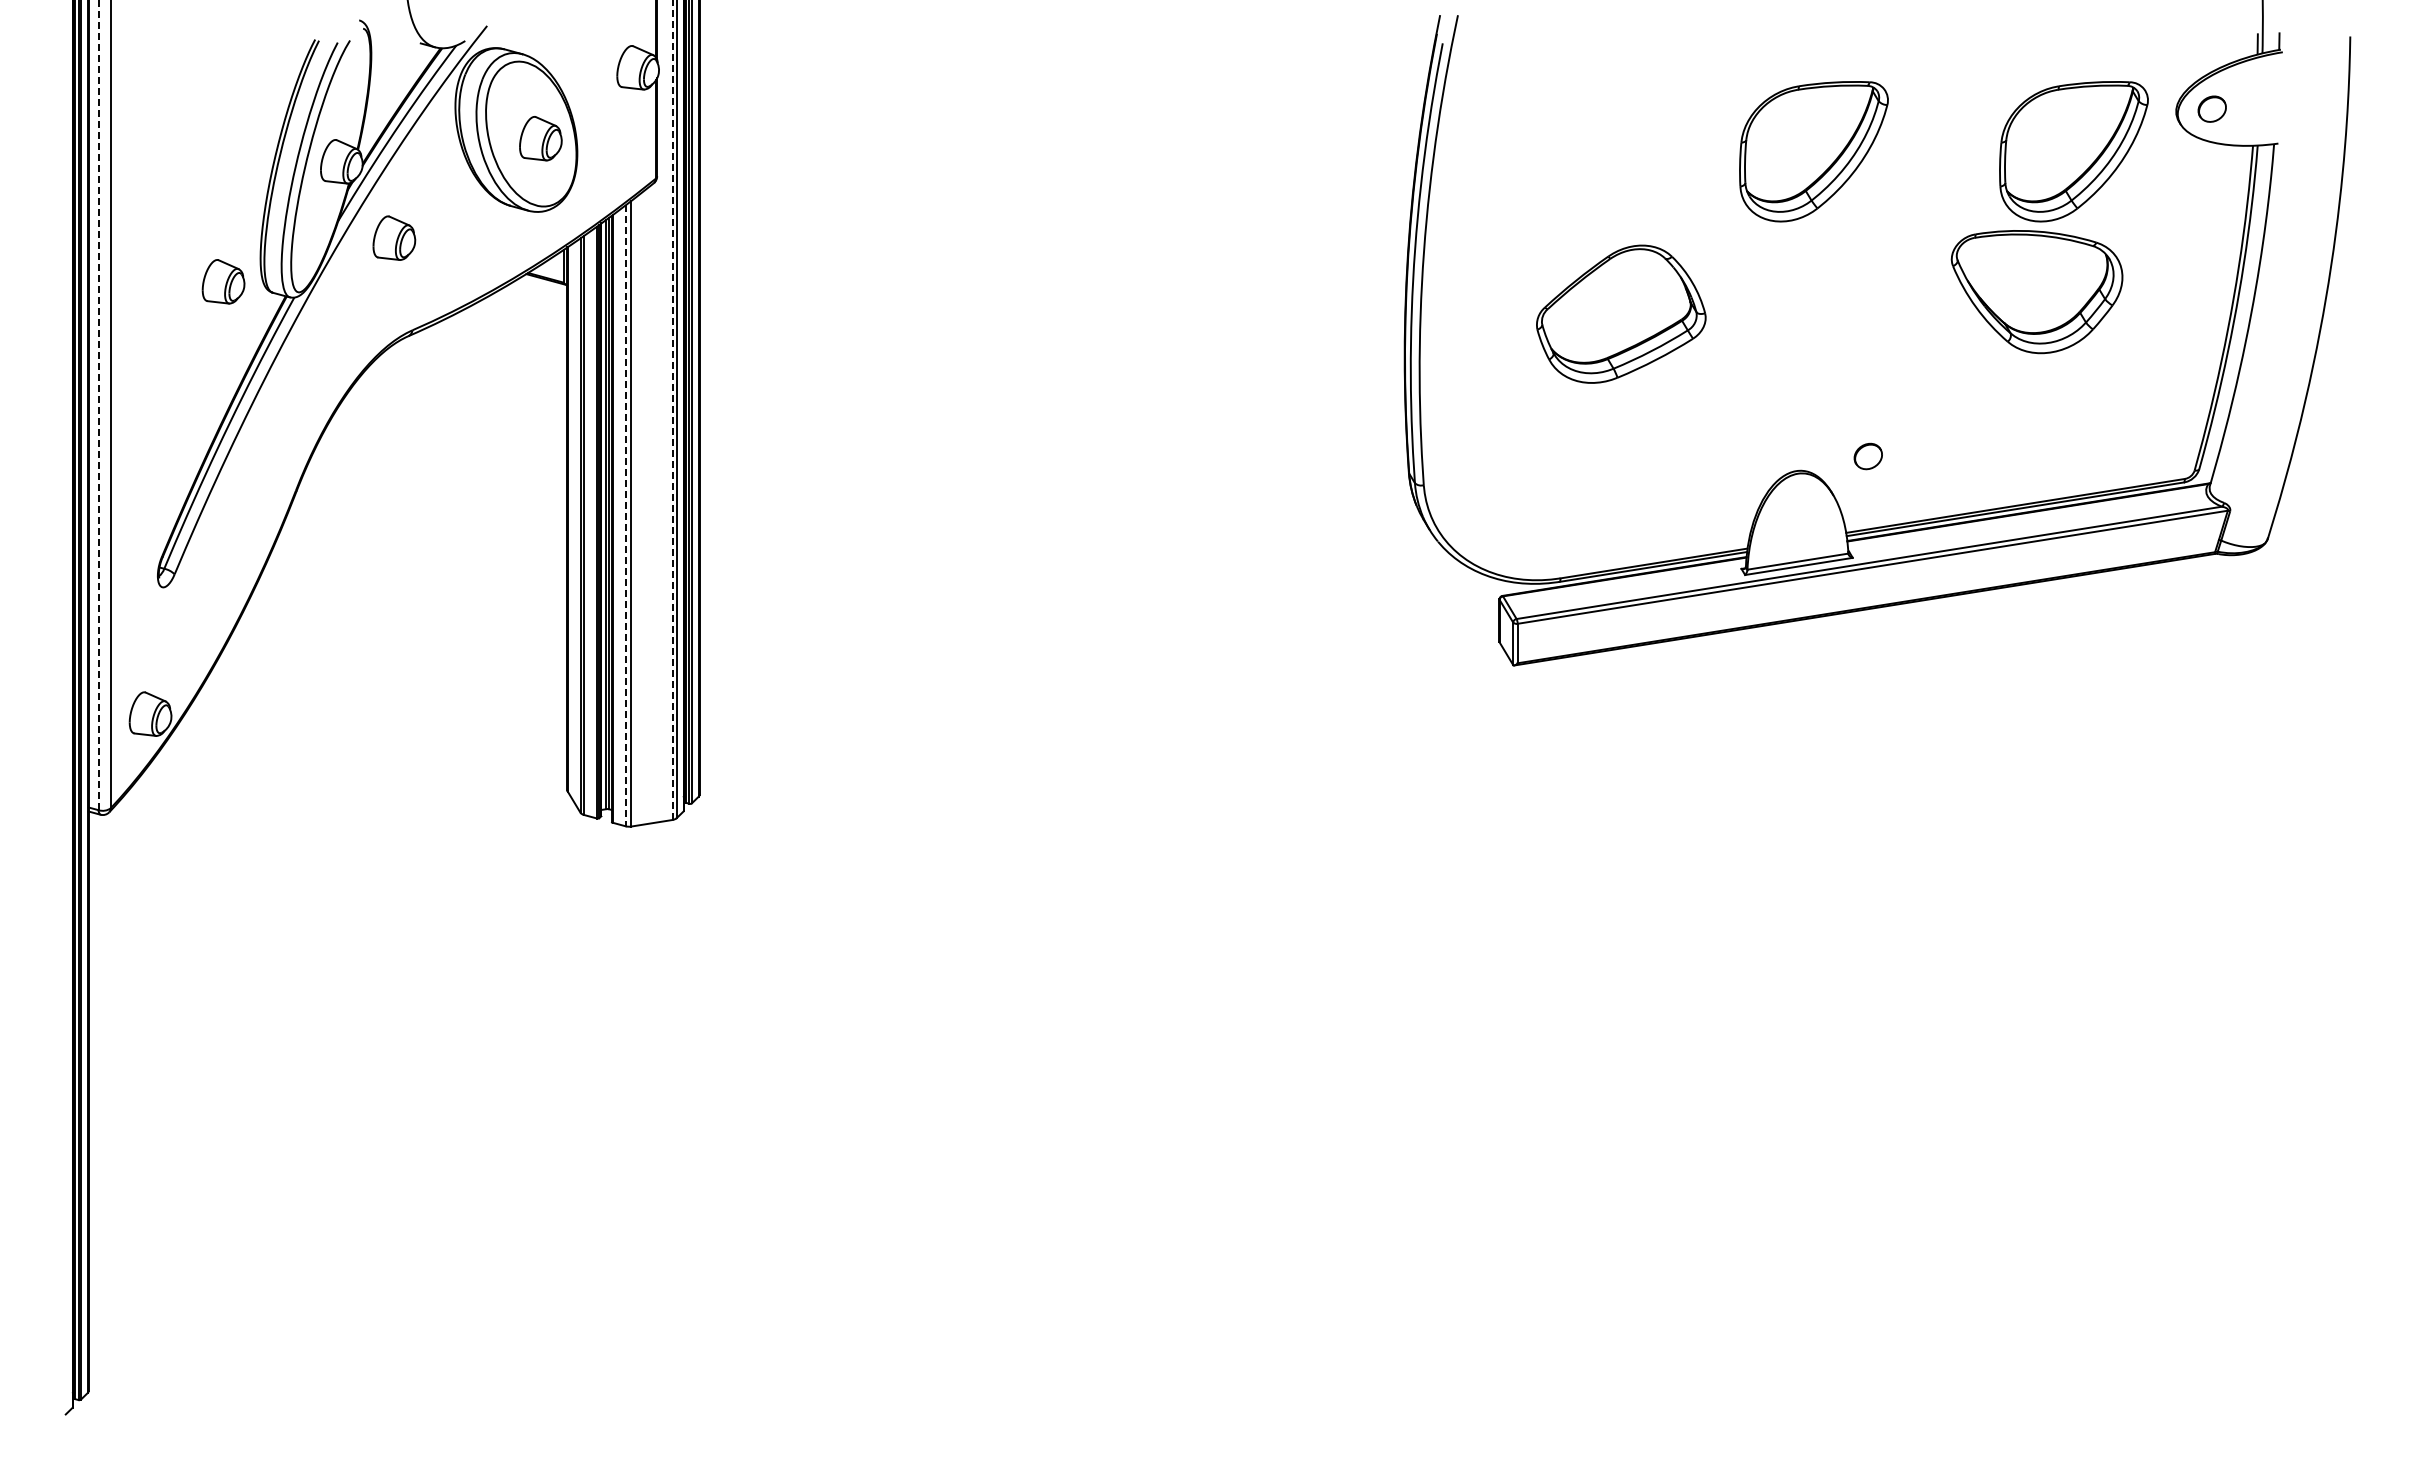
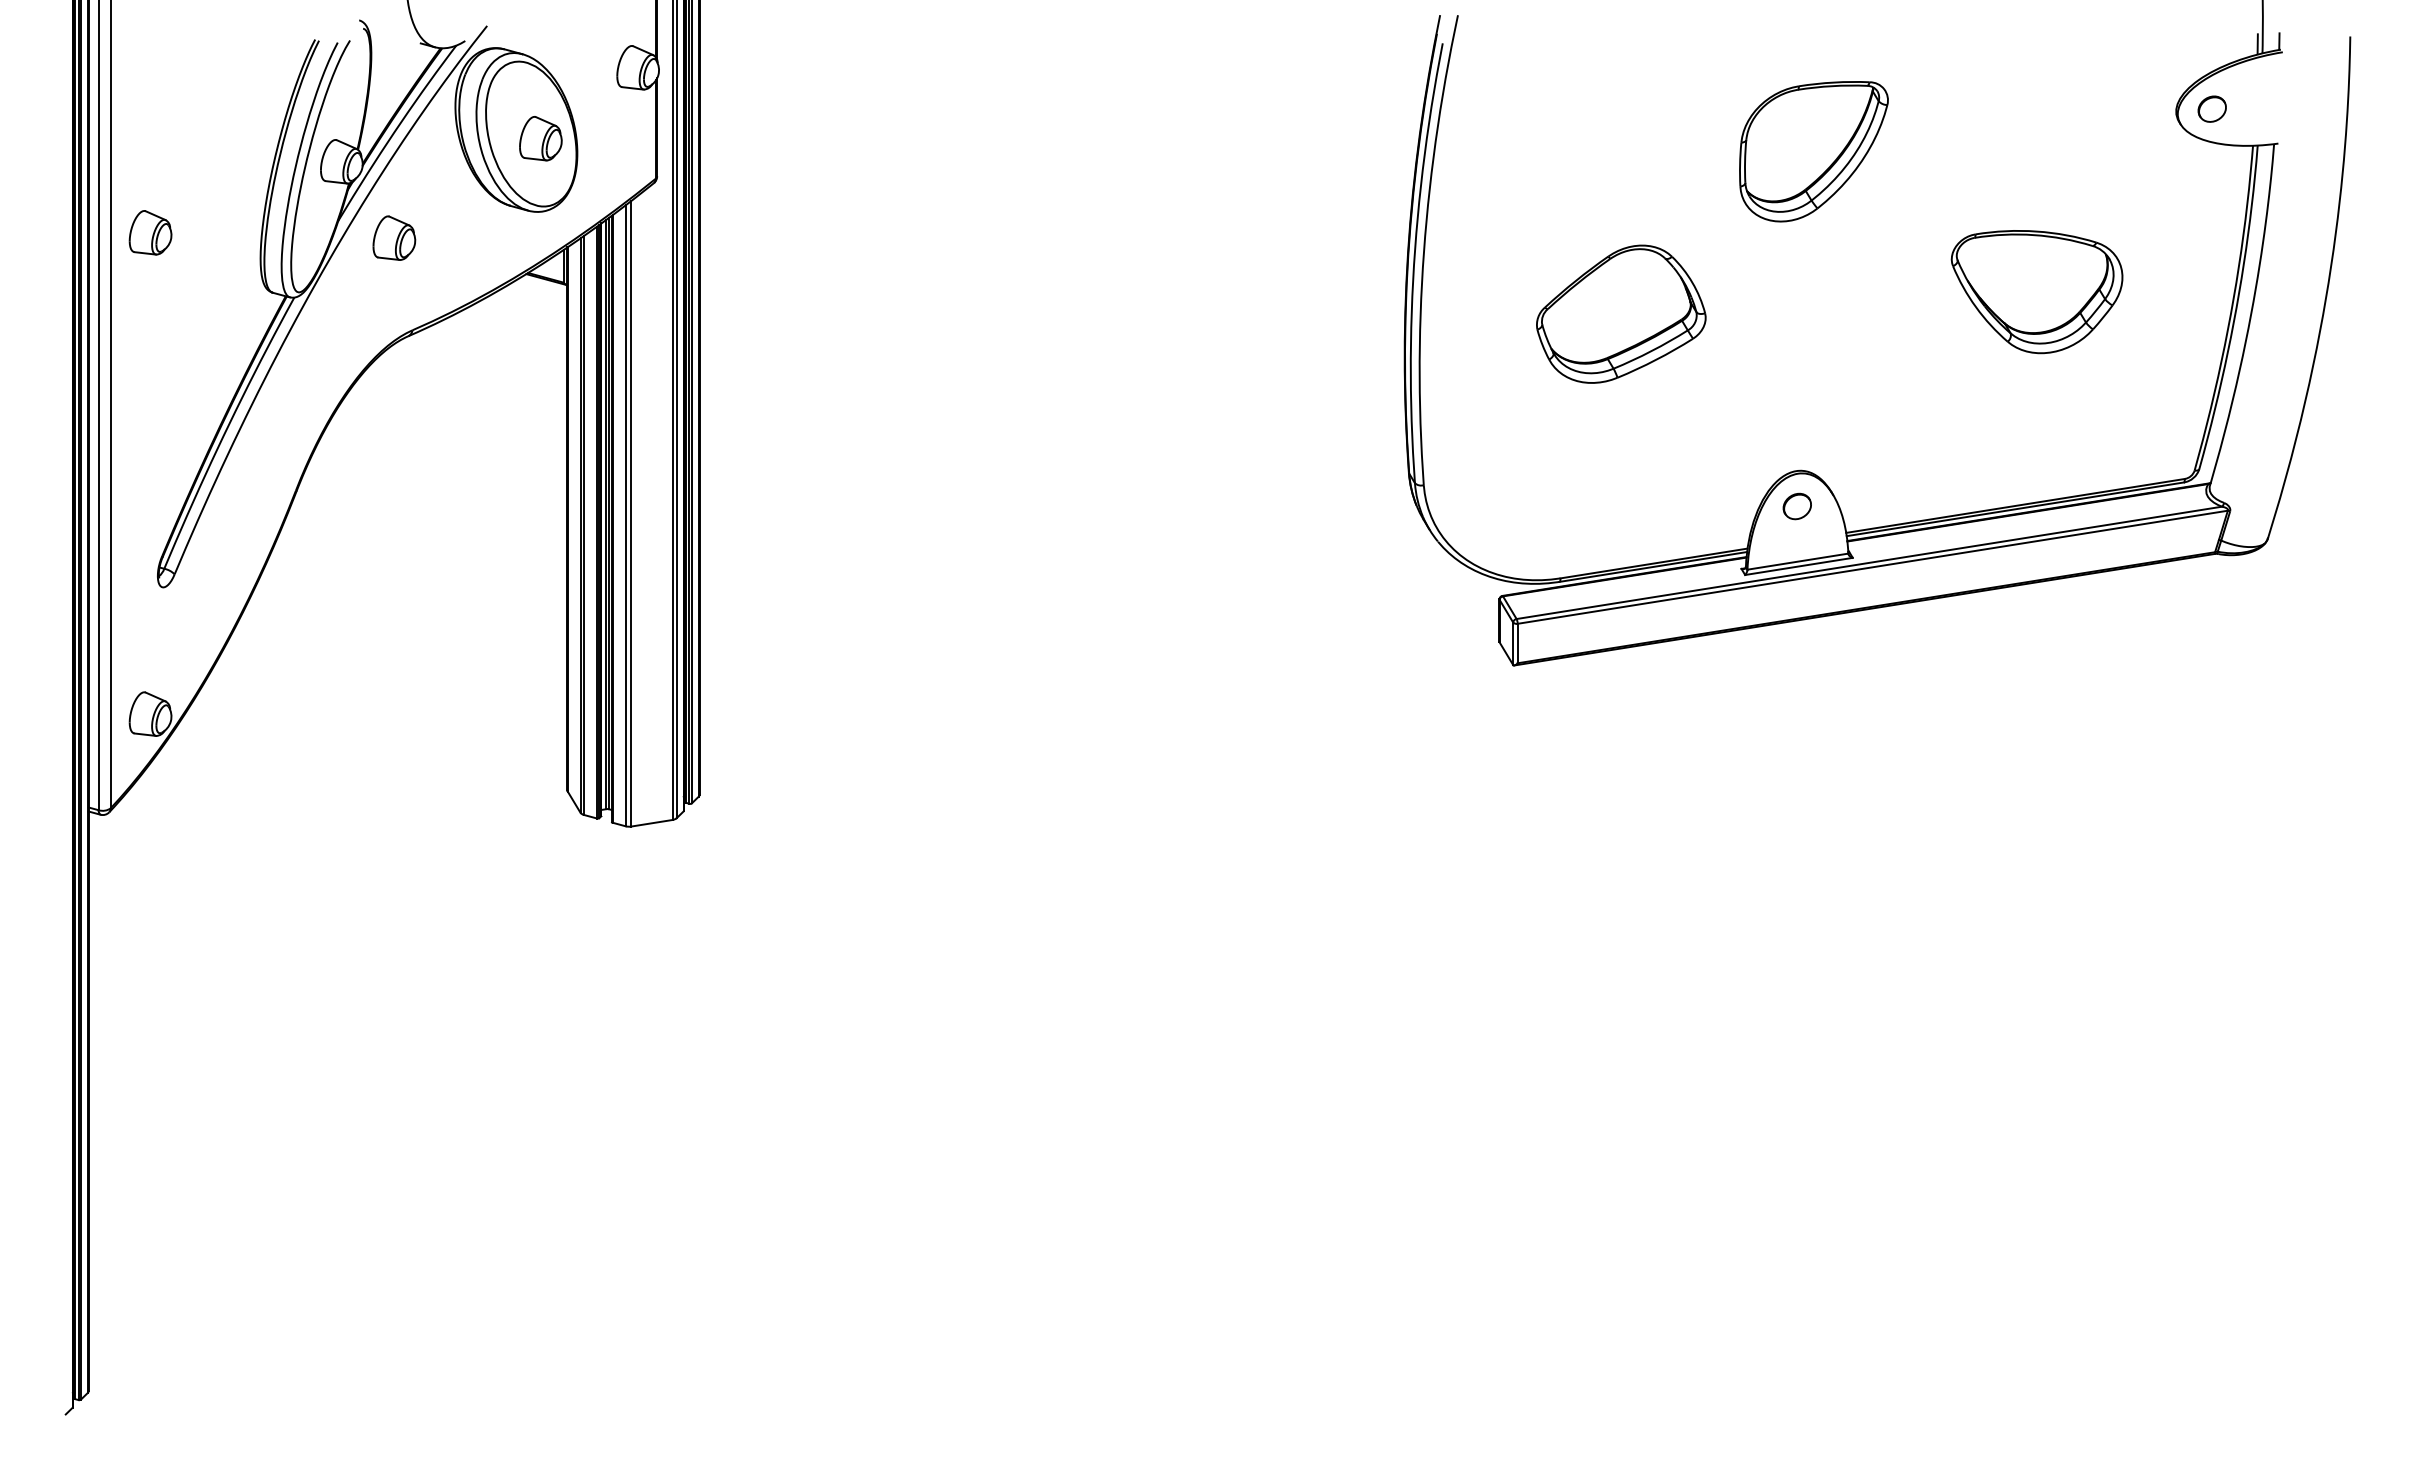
part at (2073, 151): present -> none
part at (223, 281) position: (223, 281) -> (150, 232)
line at (98, 405): dashed -> solid
line at (672, 410): dashed -> solid
part at (1867, 456) position: (1867, 456) -> (1796, 506)
line at (625, 515): dashed -> solid
